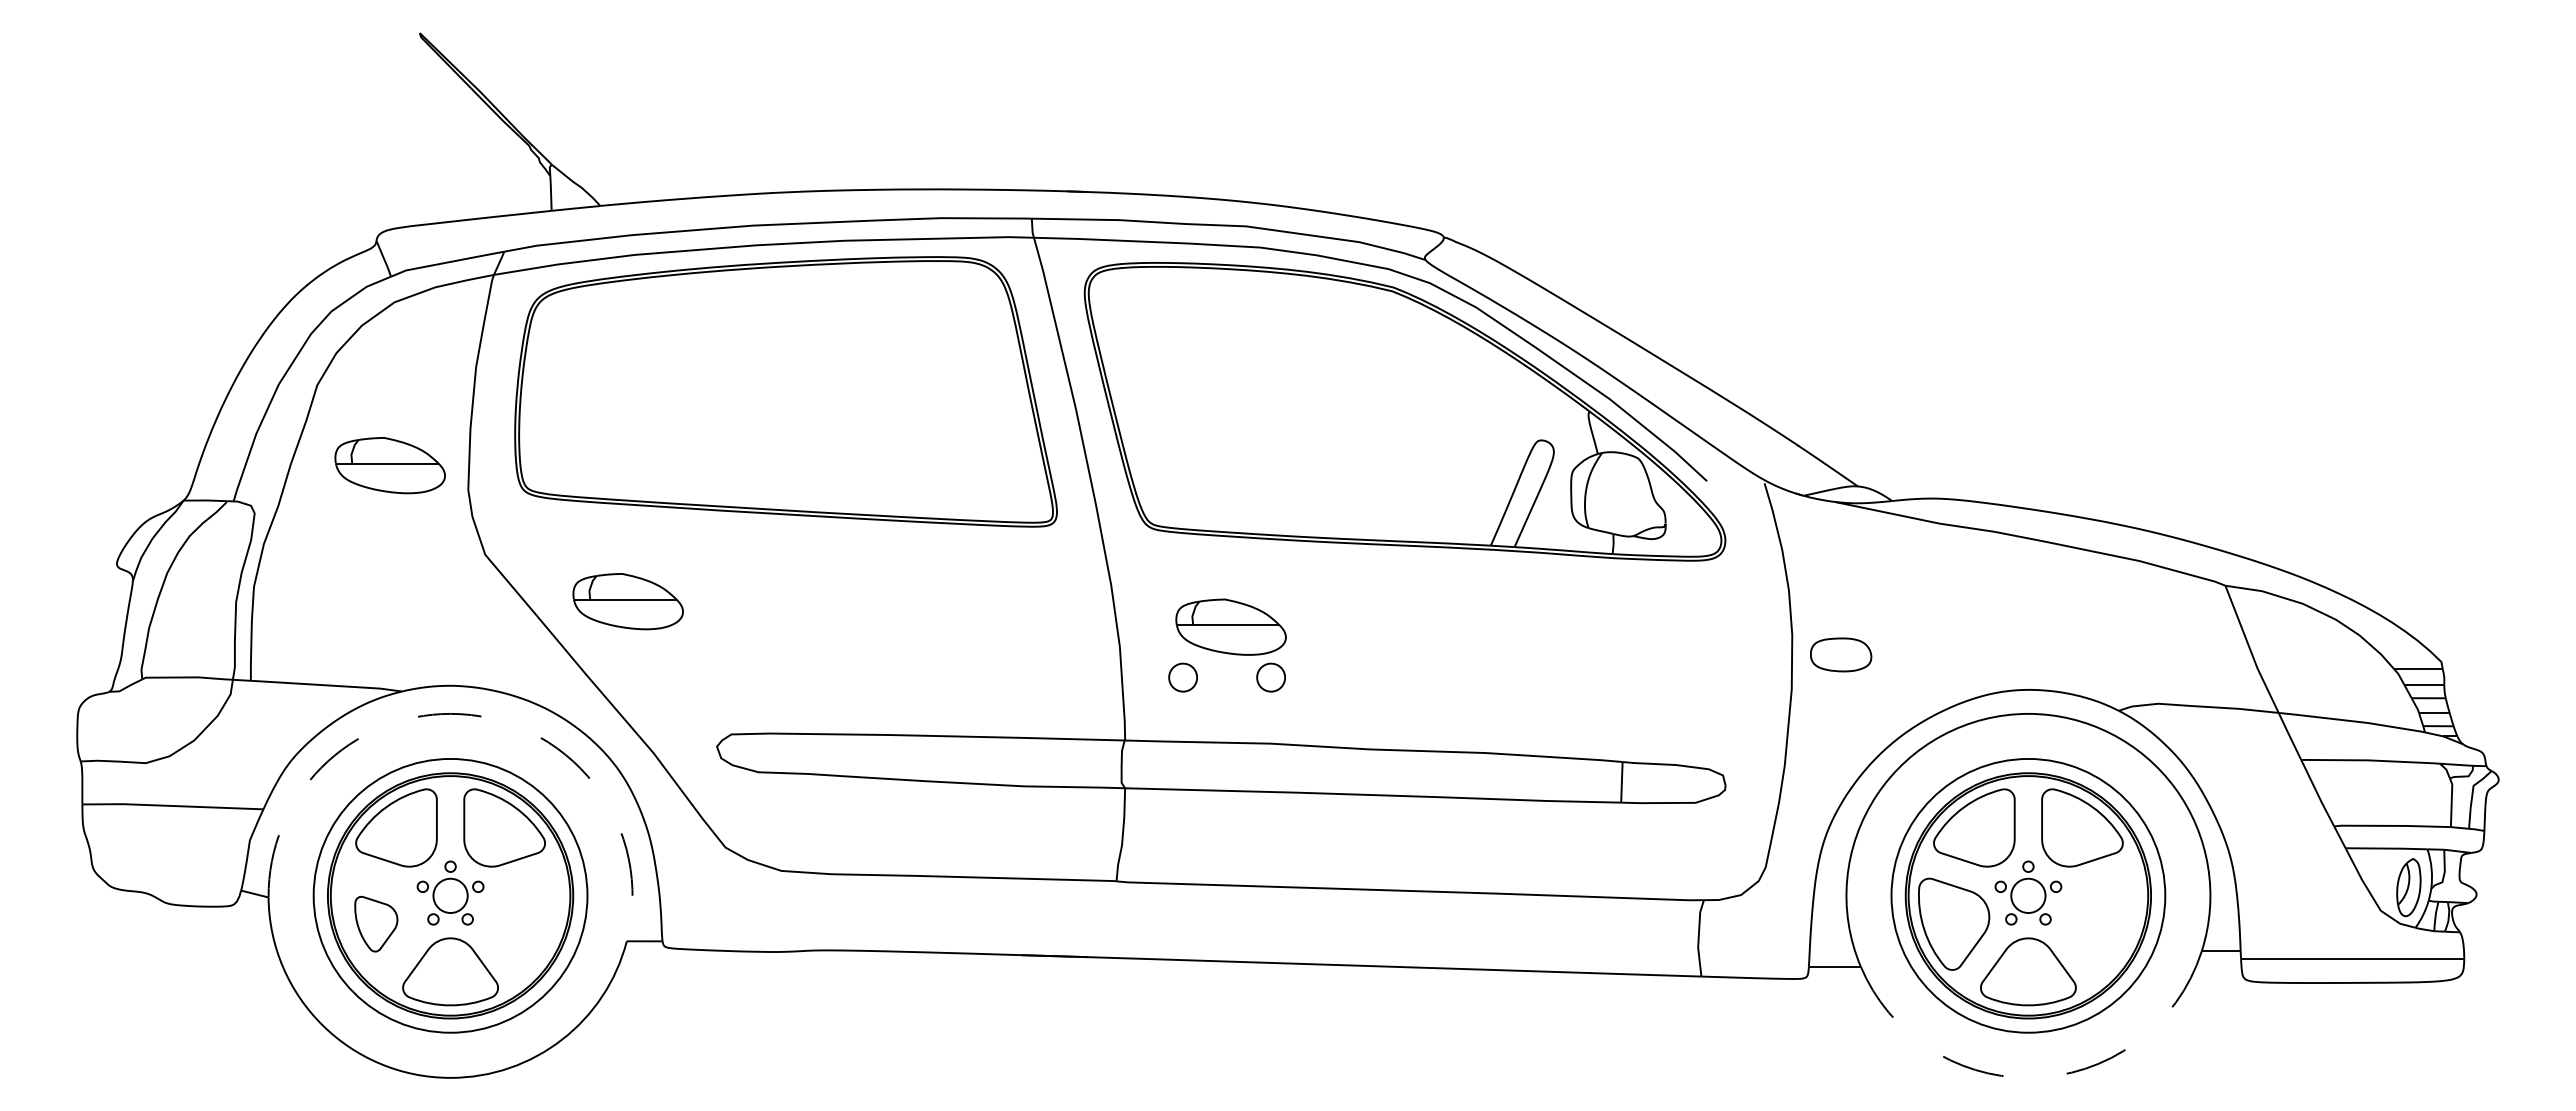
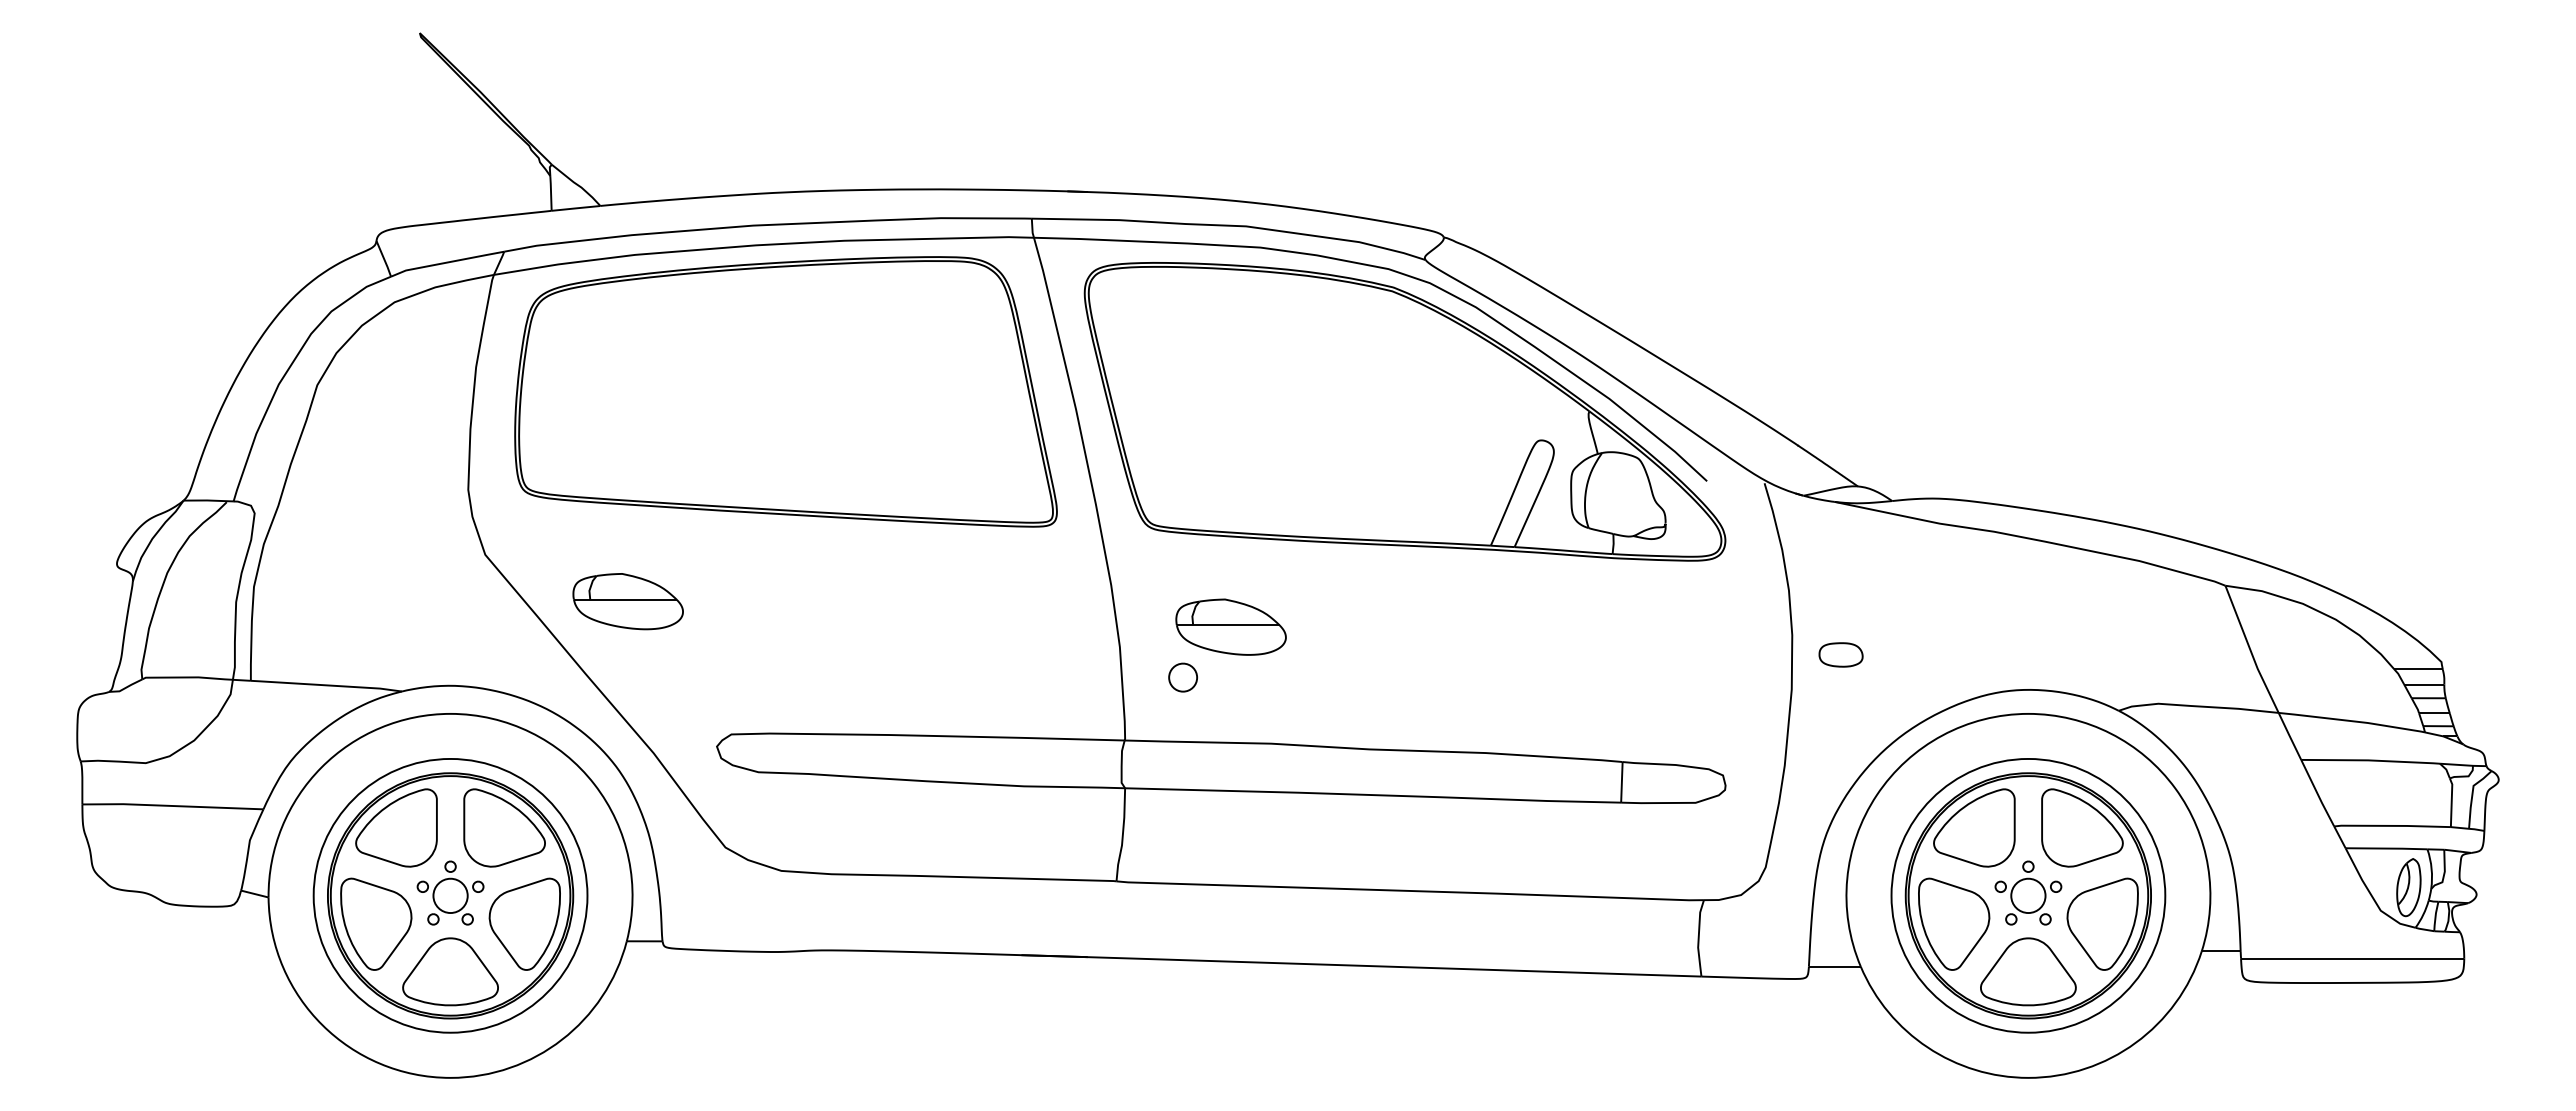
part at (389, 465): present -> none
part at (1841, 654) size: 63x36 px -> 46x26 px
part at (1270, 677): present -> none
line at (473, 715): dashed -> solid
part at (376, 923) size: 45x58 px -> 73x94 px
part at (524, 923): none -> present
part at (2102, 923): none -> present
line at (2035, 1077): dashed -> solid
